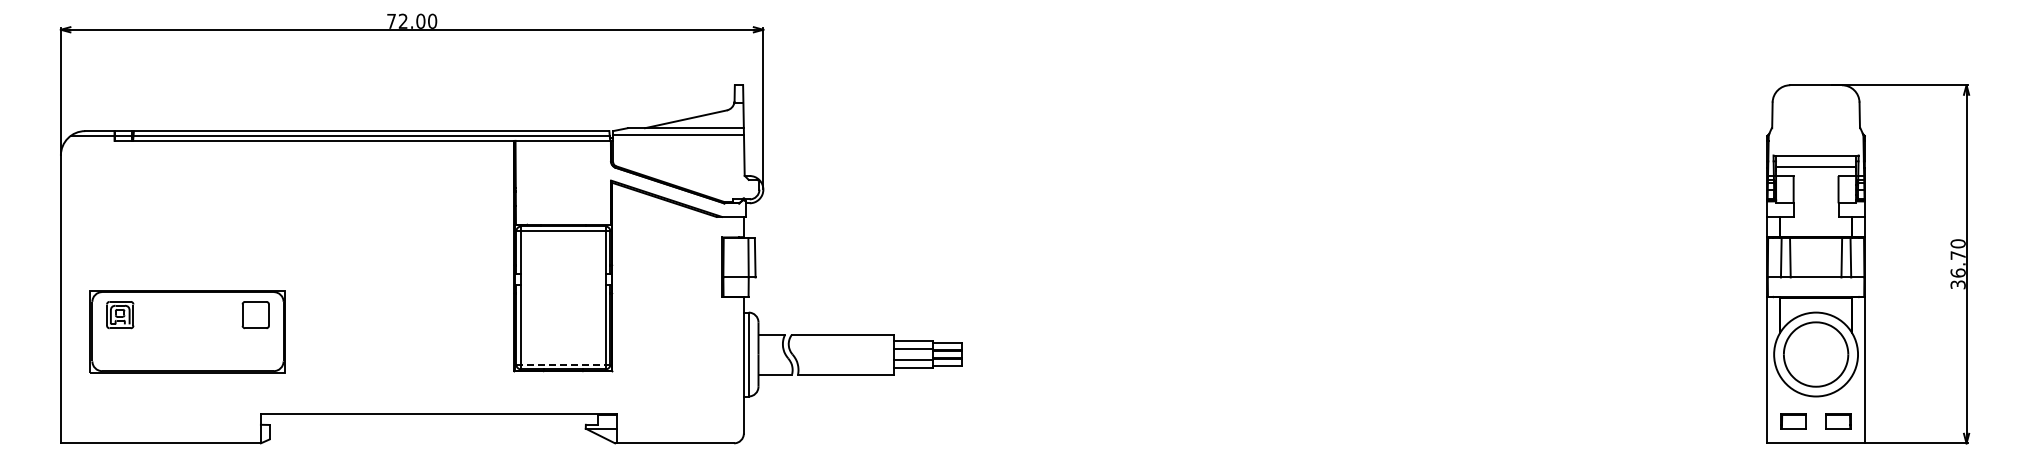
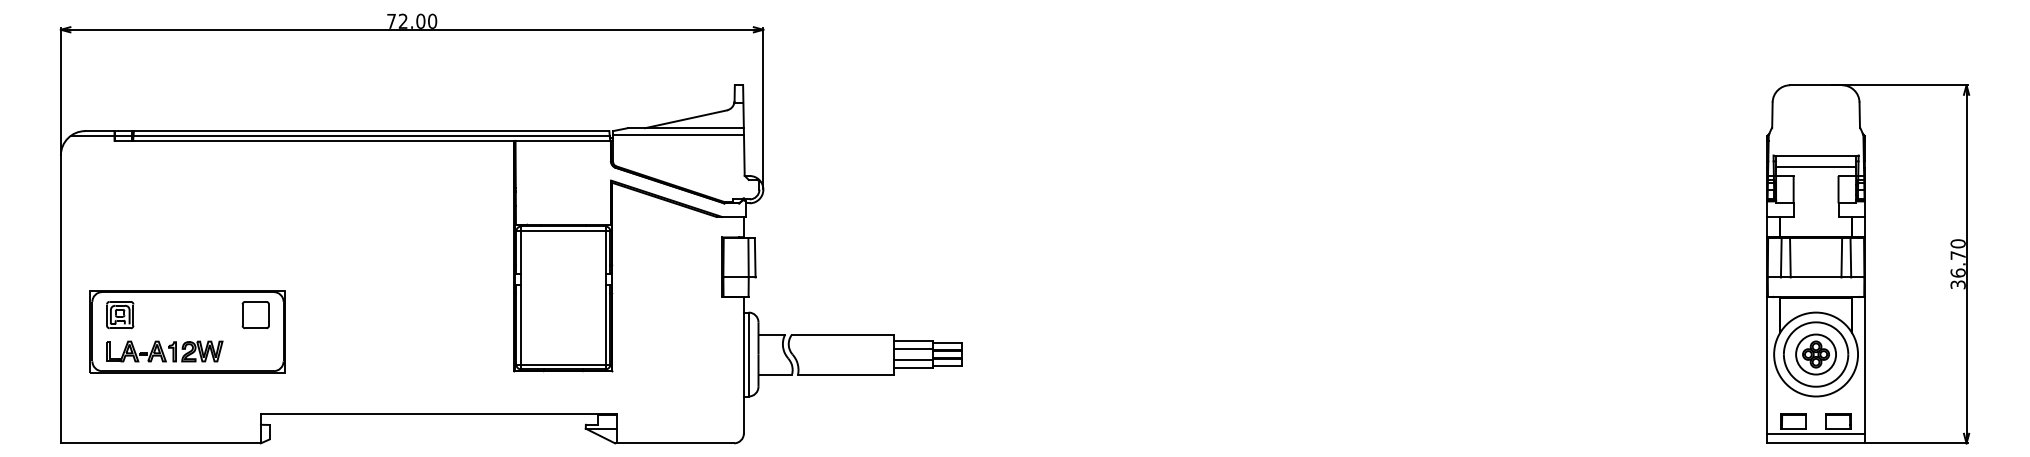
part at (164, 351): none -> present
part at (1815, 354): none -> present
line at (563, 364): dashed -> solid
line at (1815, 433): none -> present
